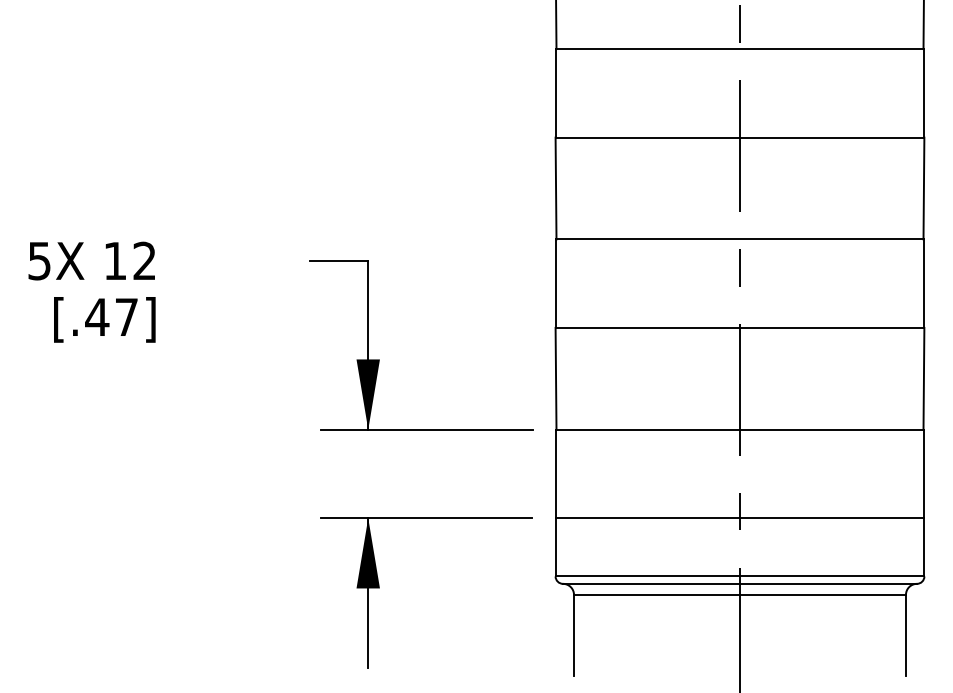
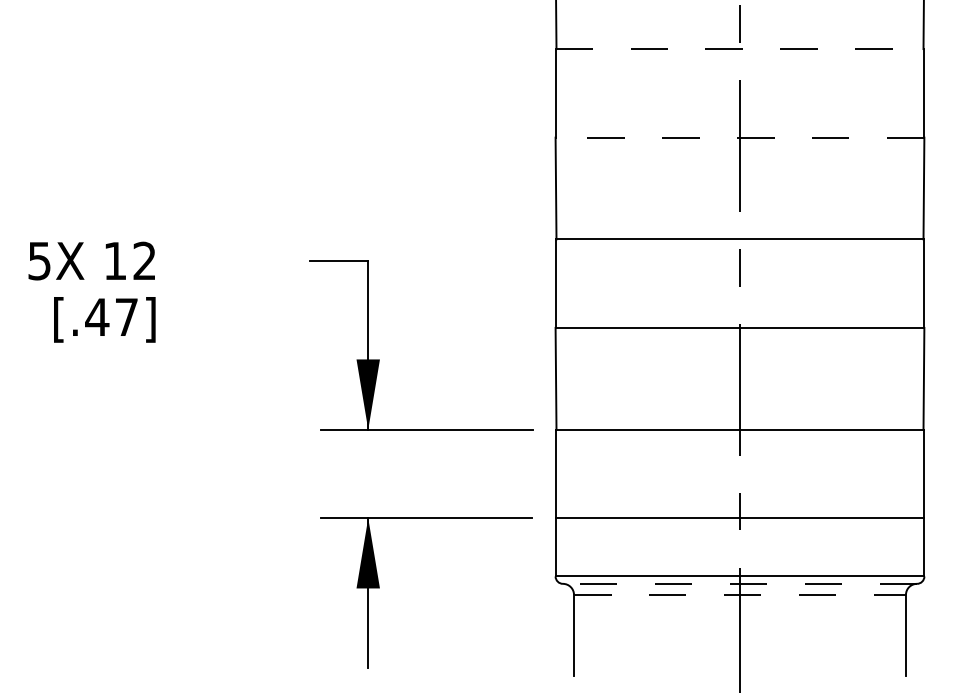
line at (740, 49): solid -> dashed
line at (739, 137): solid -> dashed
line at (739, 583): solid -> dashed
line at (739, 594): solid -> dashed
